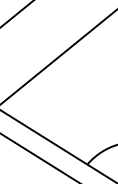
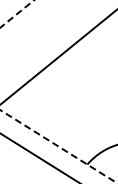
line at (17, 13): solid -> dashed
line at (59, 147): solid -> dashed
